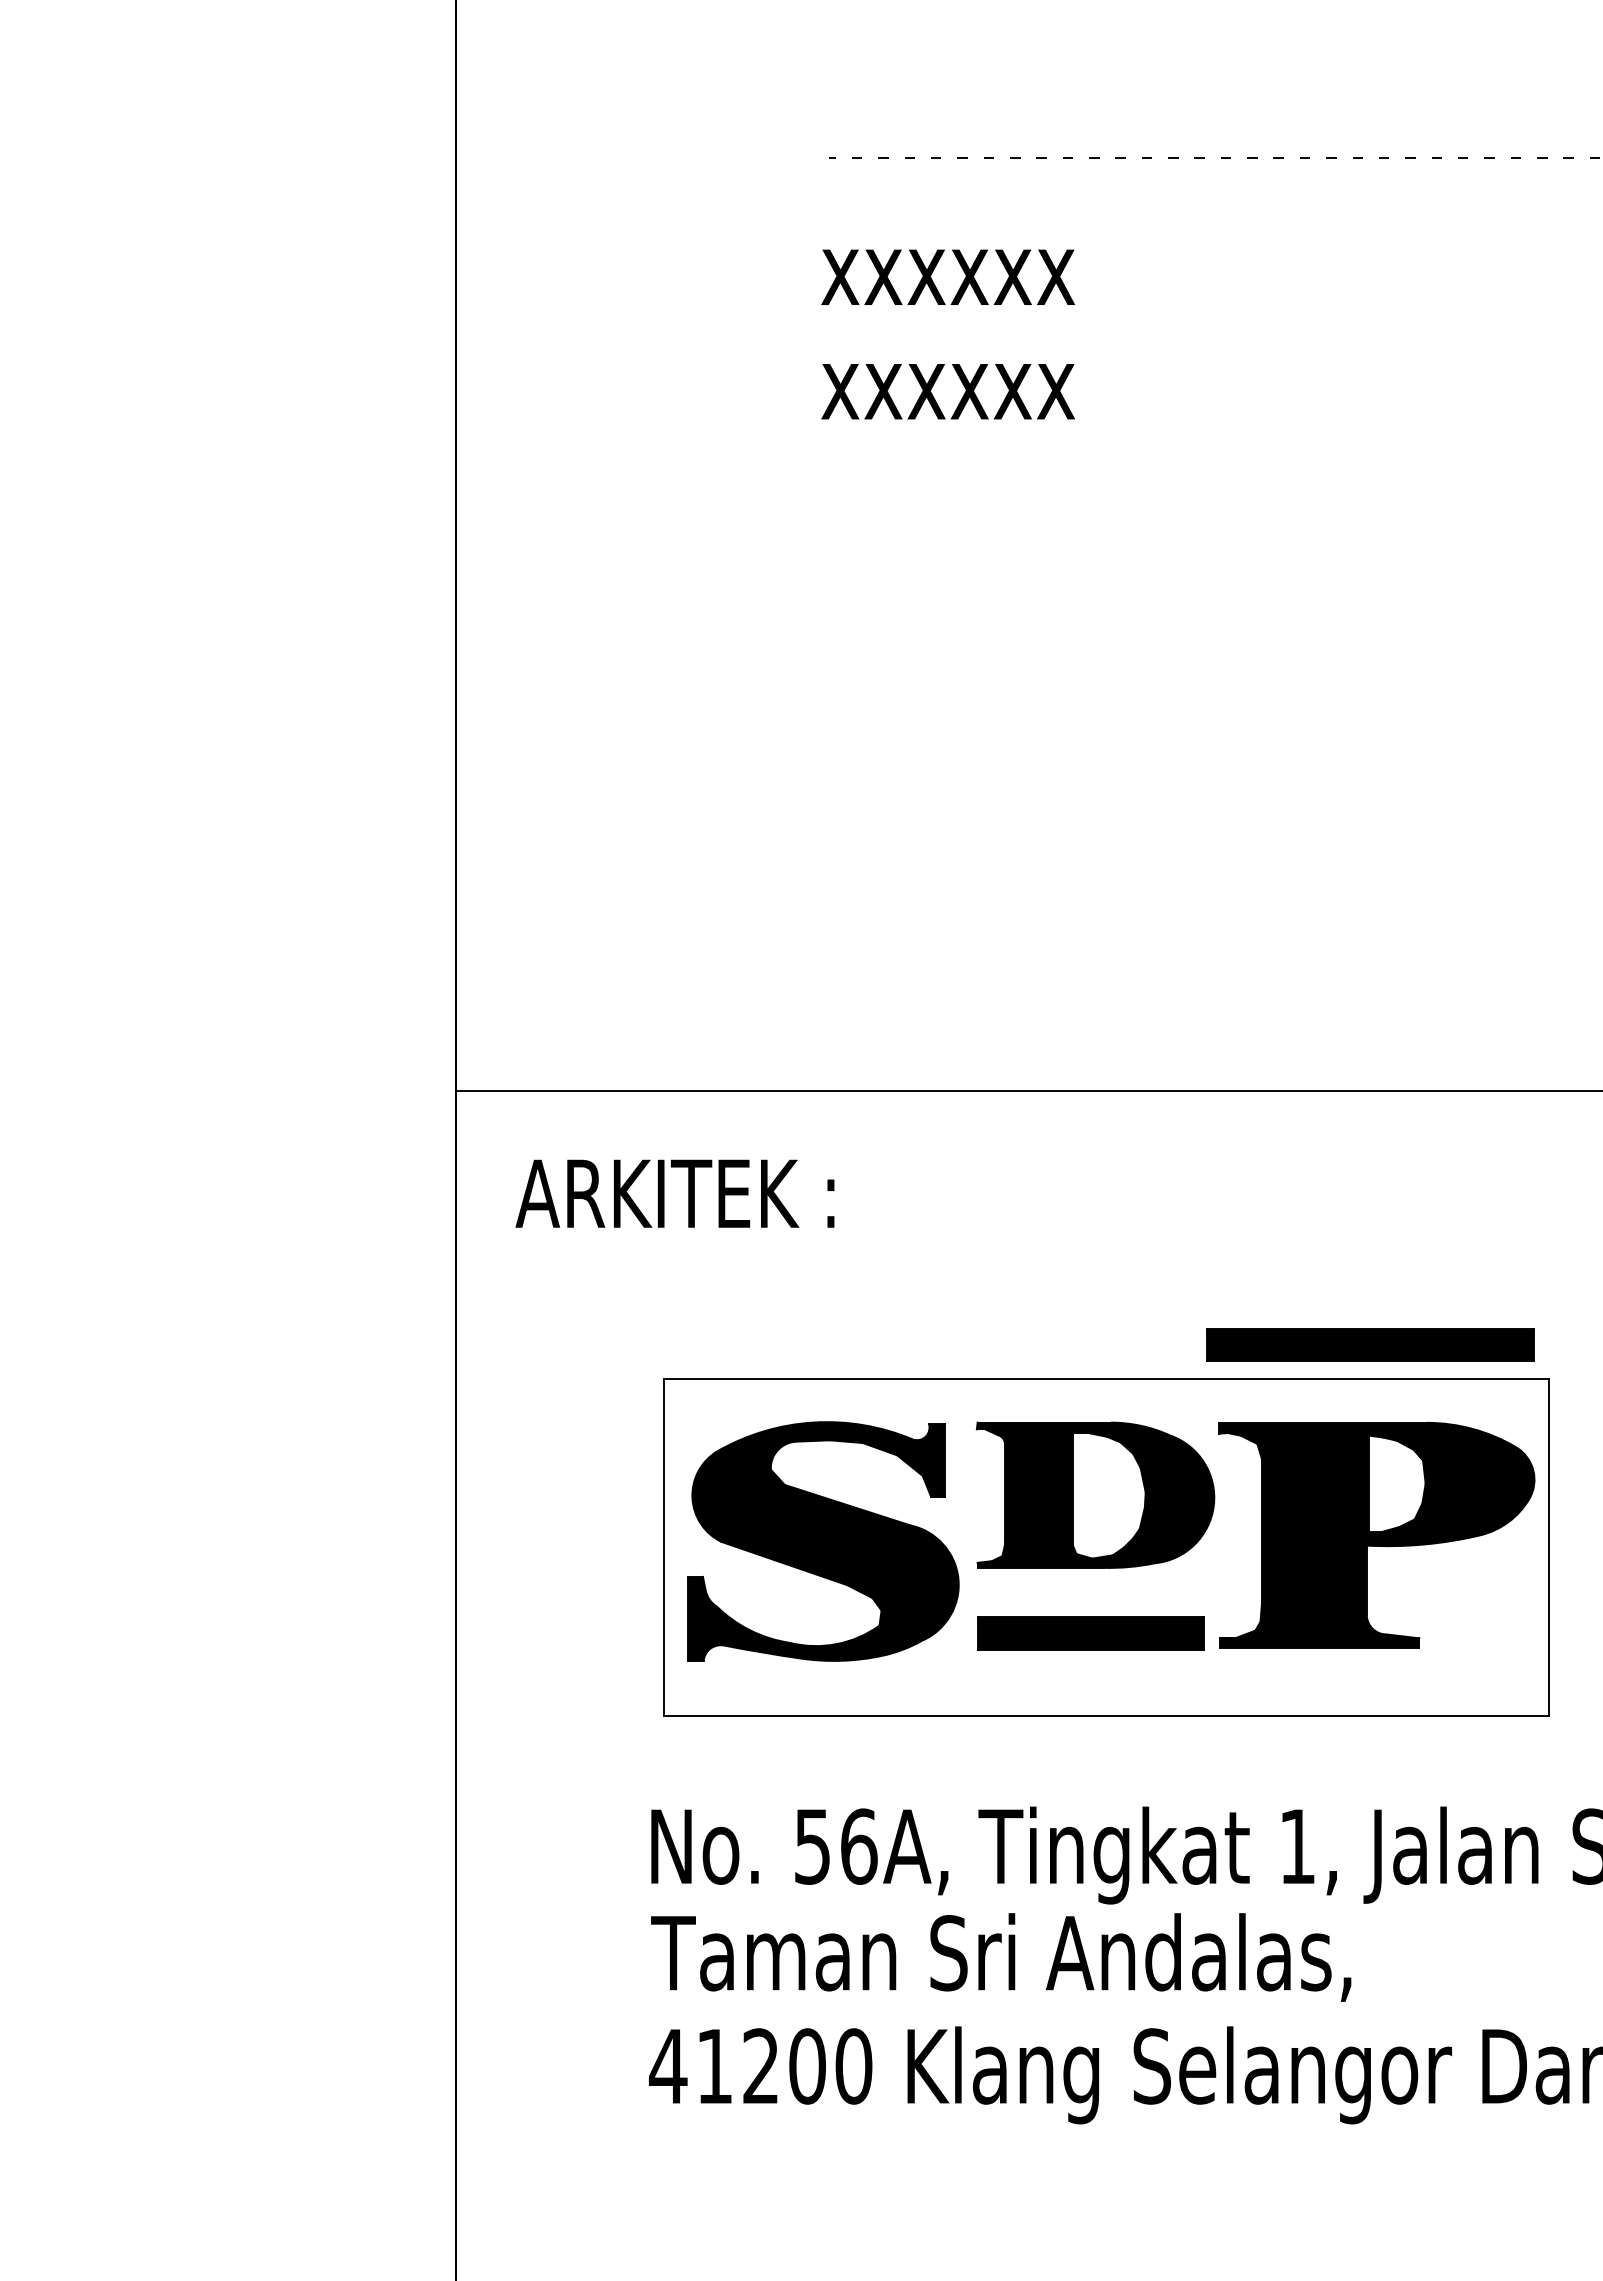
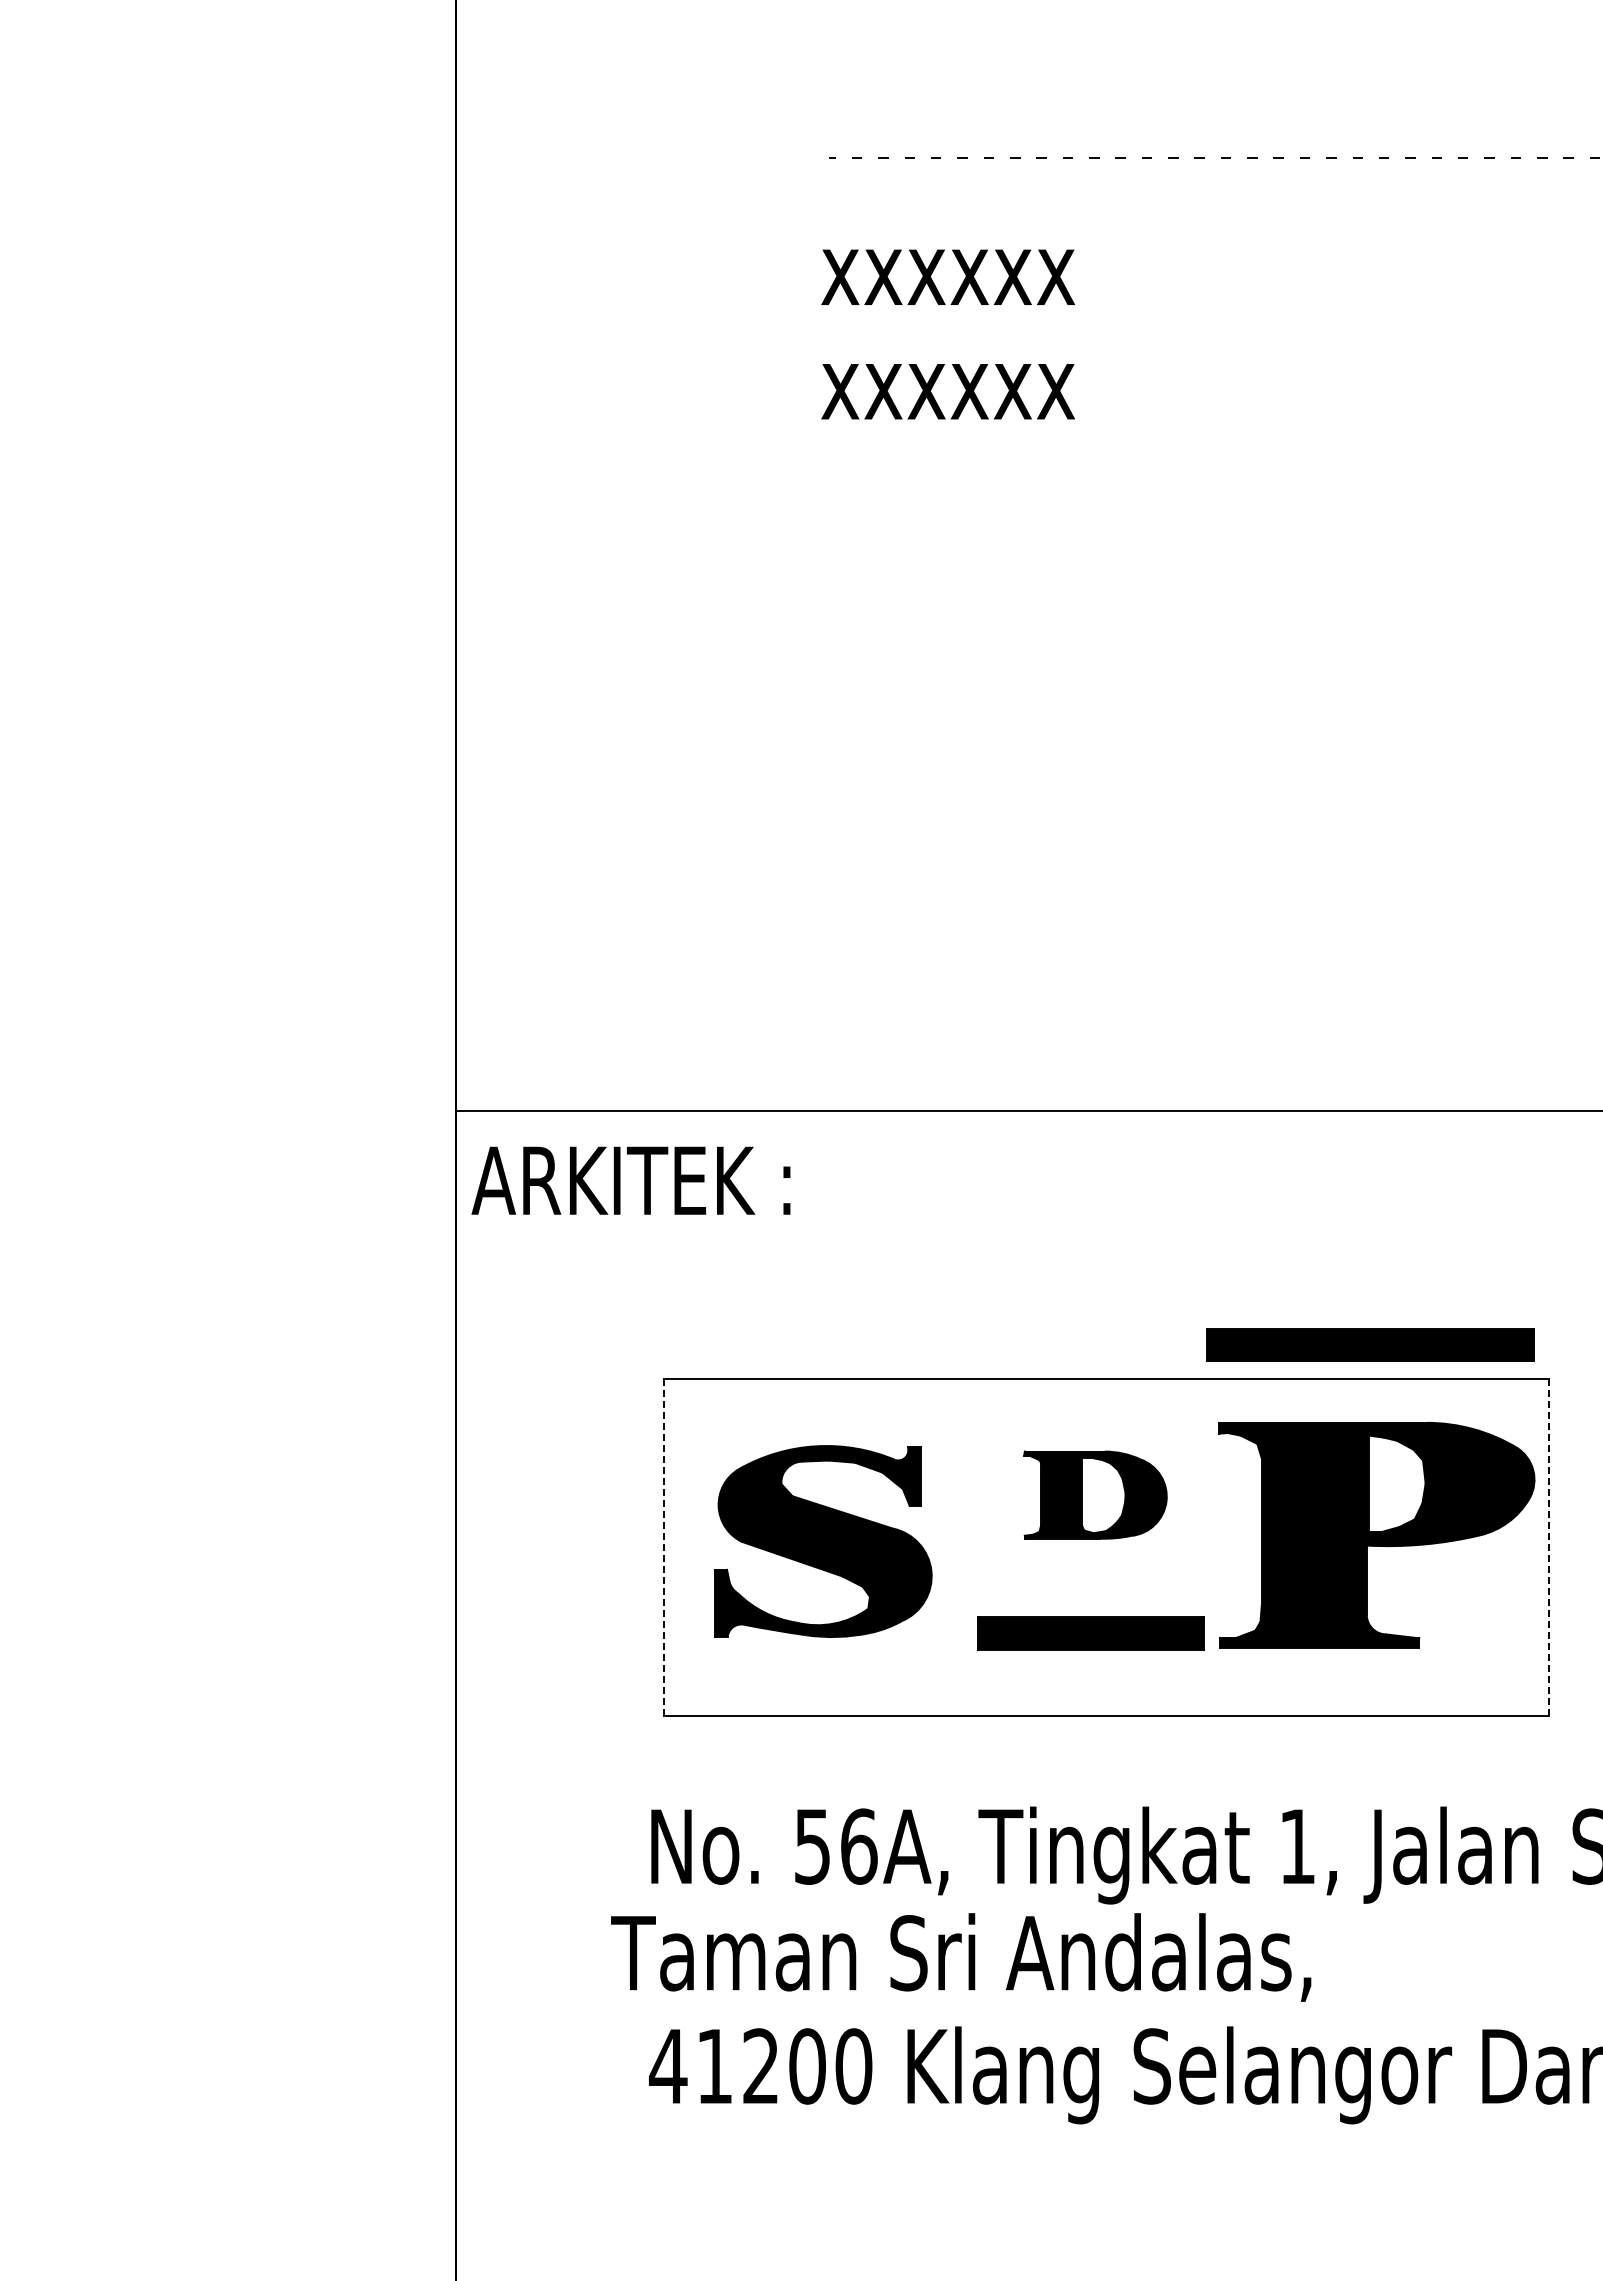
line at (1027, 1090) position: (1027, 1090) -> (1027, 1110)
text at (674, 1193) position: (674, 1193) -> (630, 1180)
part at (1095, 1494) size: 241x148 px -> 145x90 px
part at (823, 1541) size: 273x241 px -> 219x193 px
line at (1548, 1546): solid -> dashed
line at (663, 1547): solid -> dashed
text at (1001, 1957) position: (1001, 1957) -> (961, 1957)
